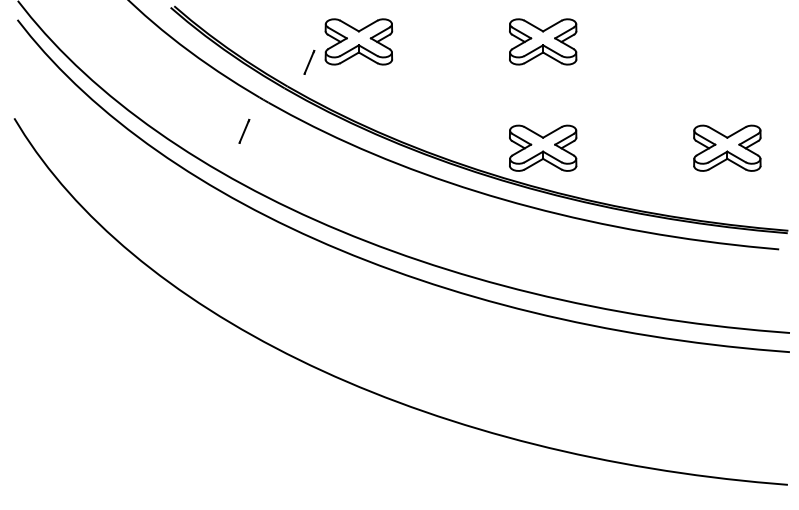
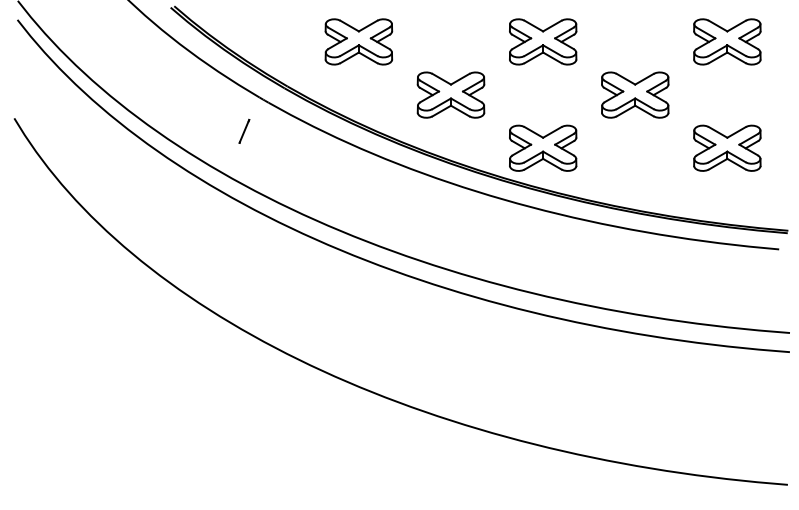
part at (727, 41): none -> present
line at (309, 61): present -> none
part at (450, 94): none -> present
part at (635, 94): none -> present
